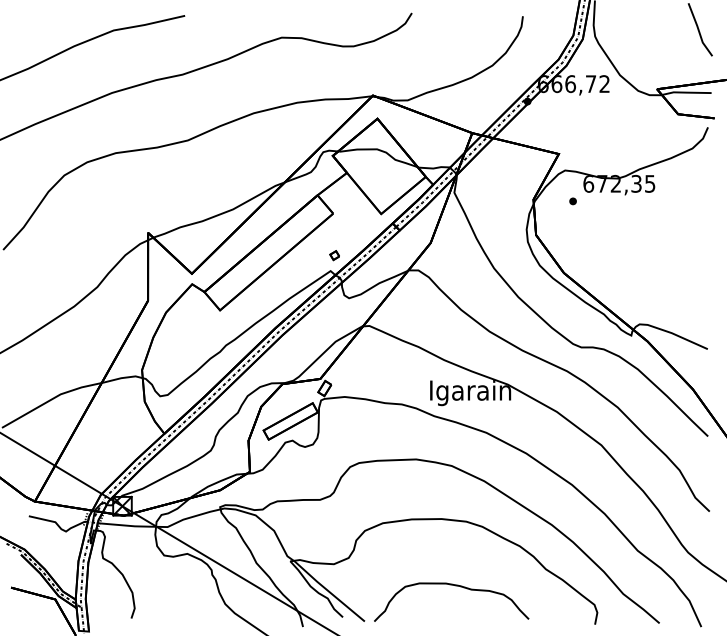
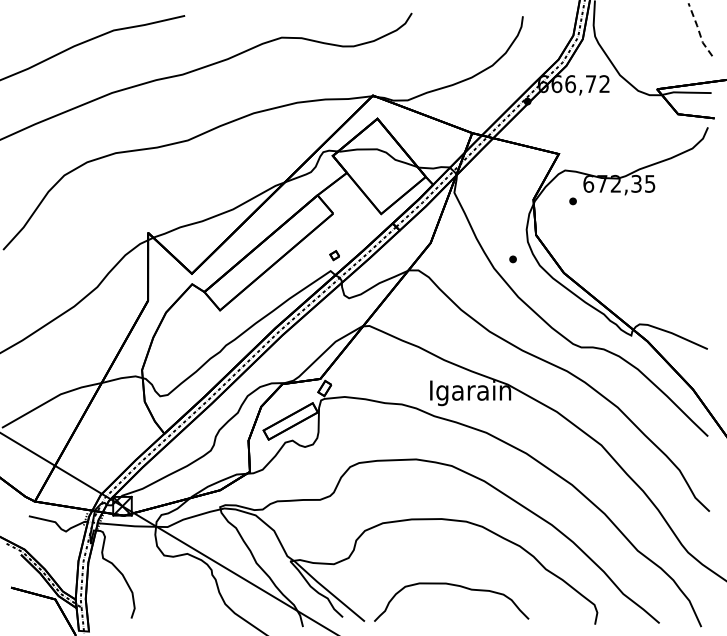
line at (698, 30): solid -> dashed
part at (512, 259): none -> present
